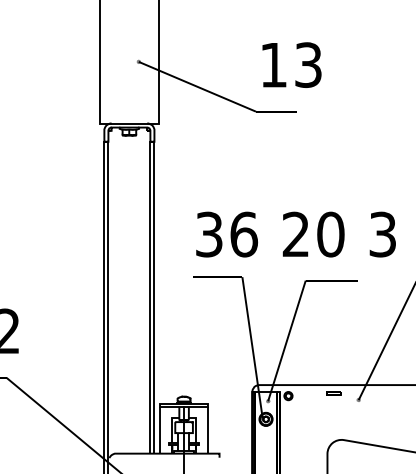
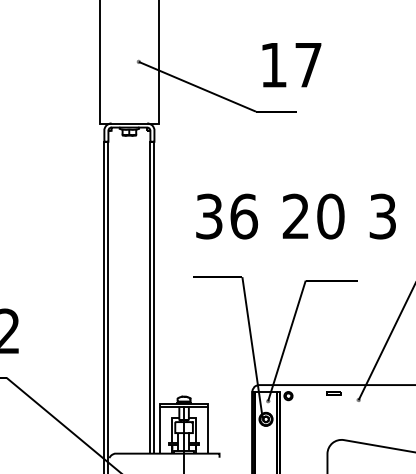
text at (308, 64): 13 -> 17
text at (295, 234) position: (295, 234) -> (295, 216)
